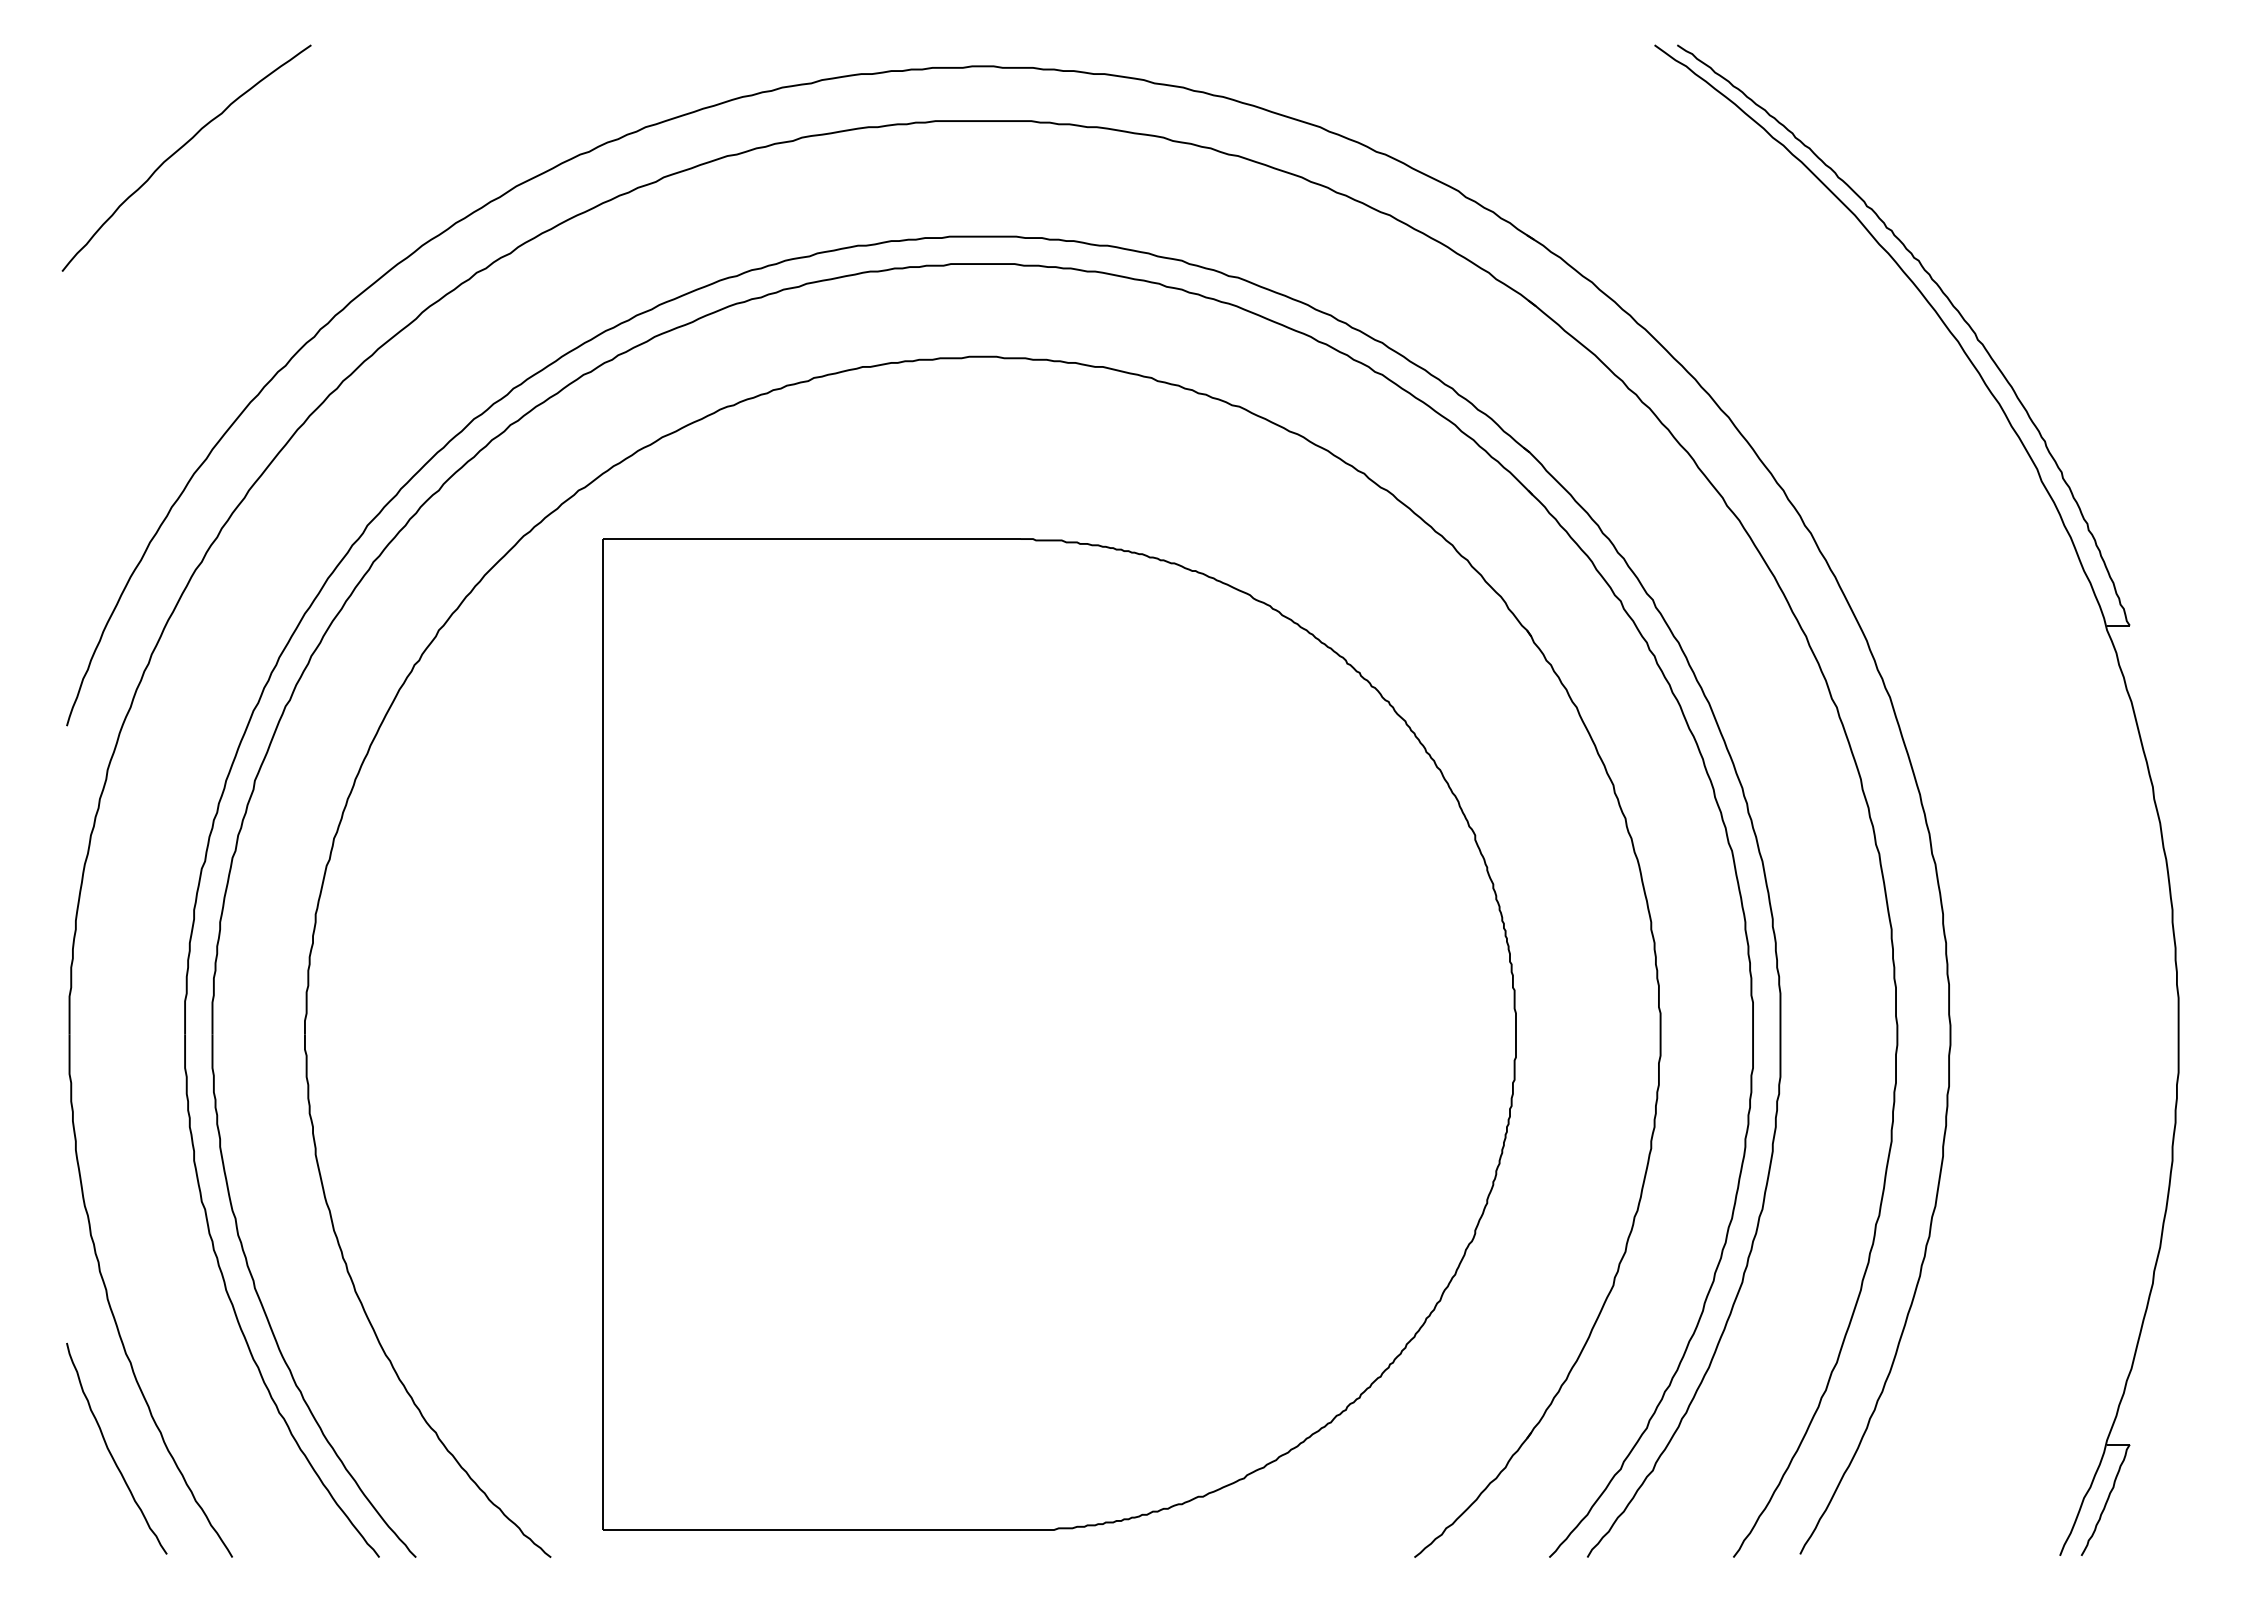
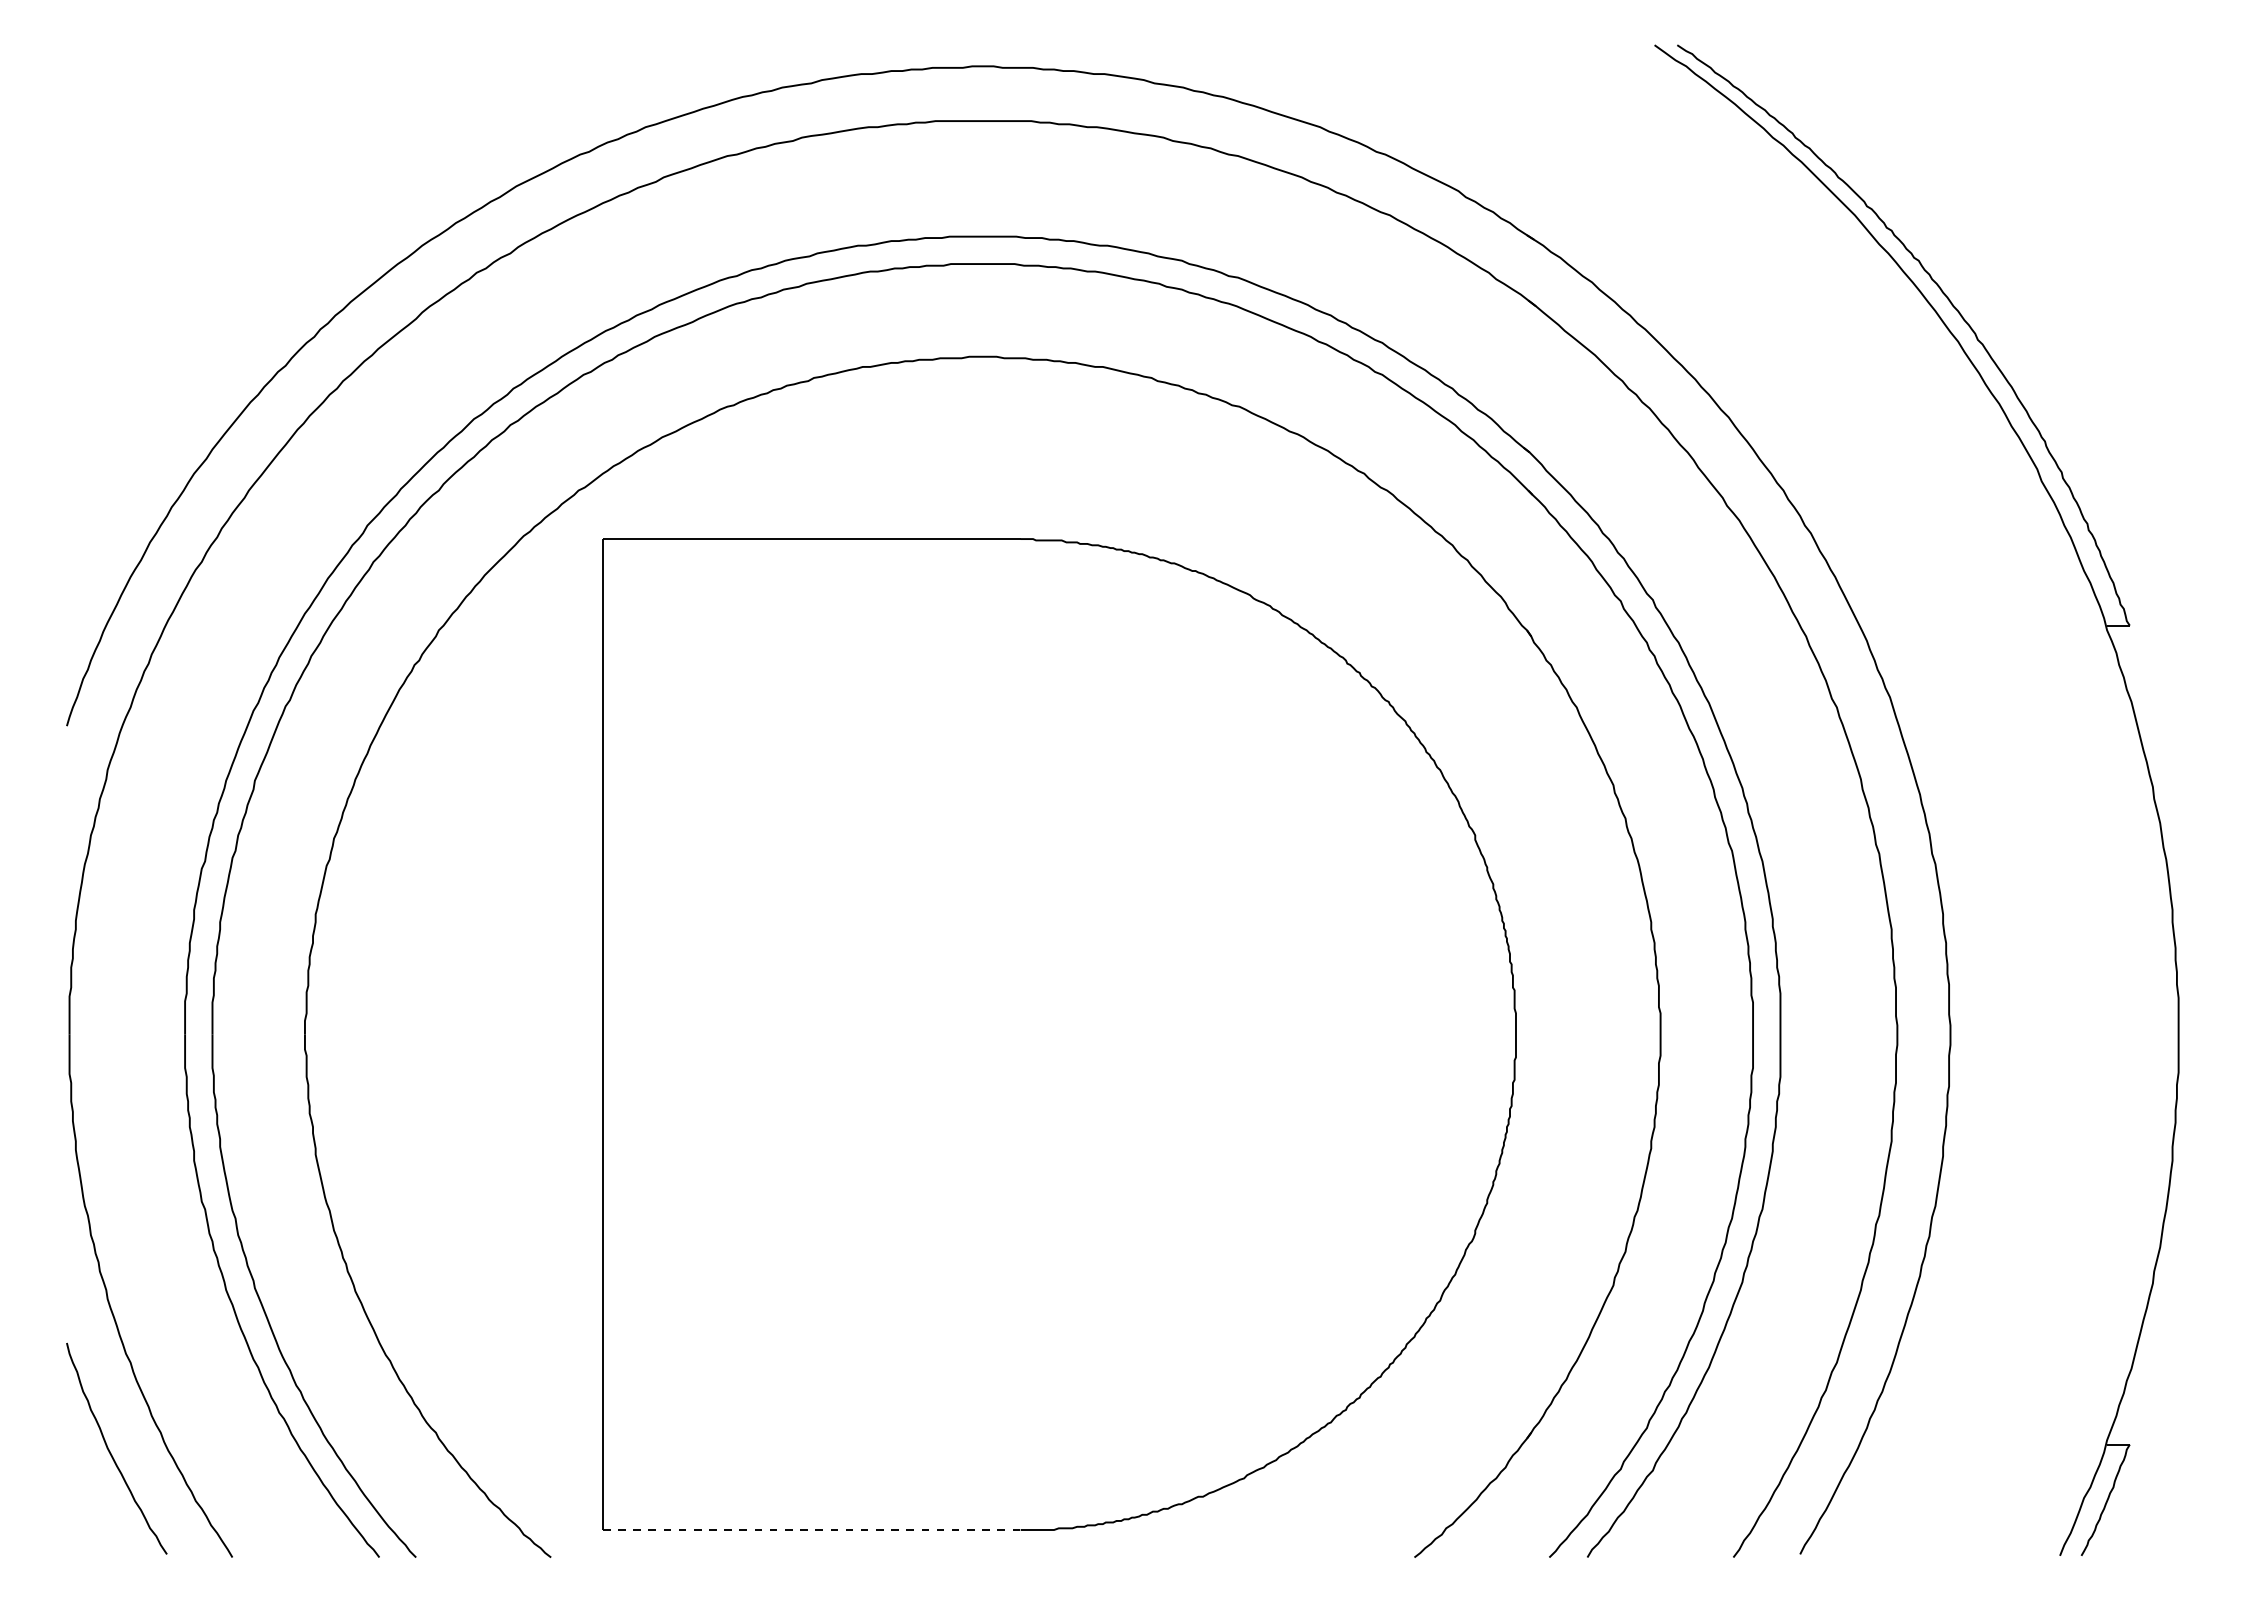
curve at (179, 150): present -> none
line at (811, 1529): solid -> dashed
